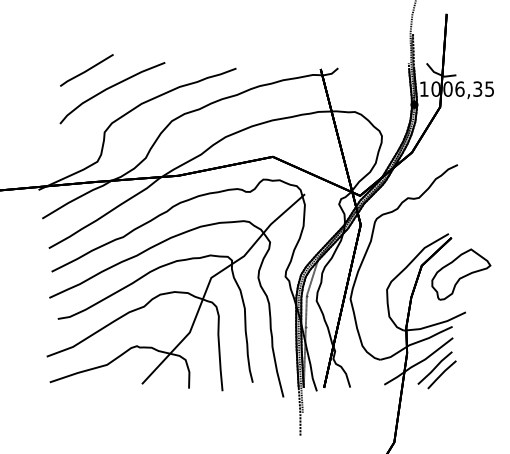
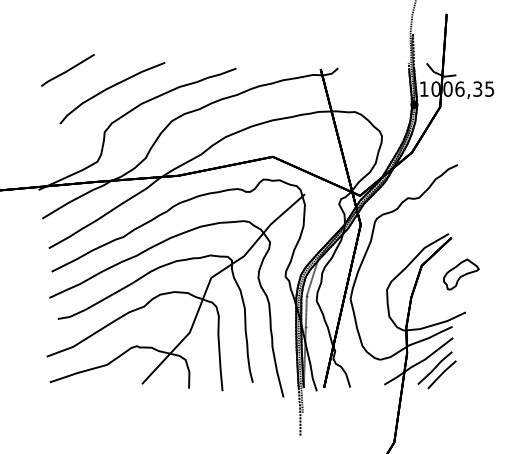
line at (86, 70) position: (86, 70) -> (67, 70)
part at (461, 274) size: 61x53 px -> 37x33 px
